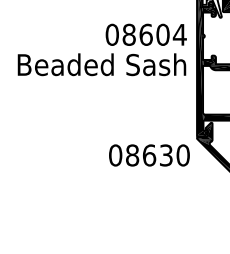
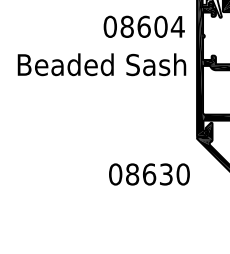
text at (145, 34) position: (145, 34) -> (143, 26)
text at (149, 155) position: (149, 155) -> (149, 174)
